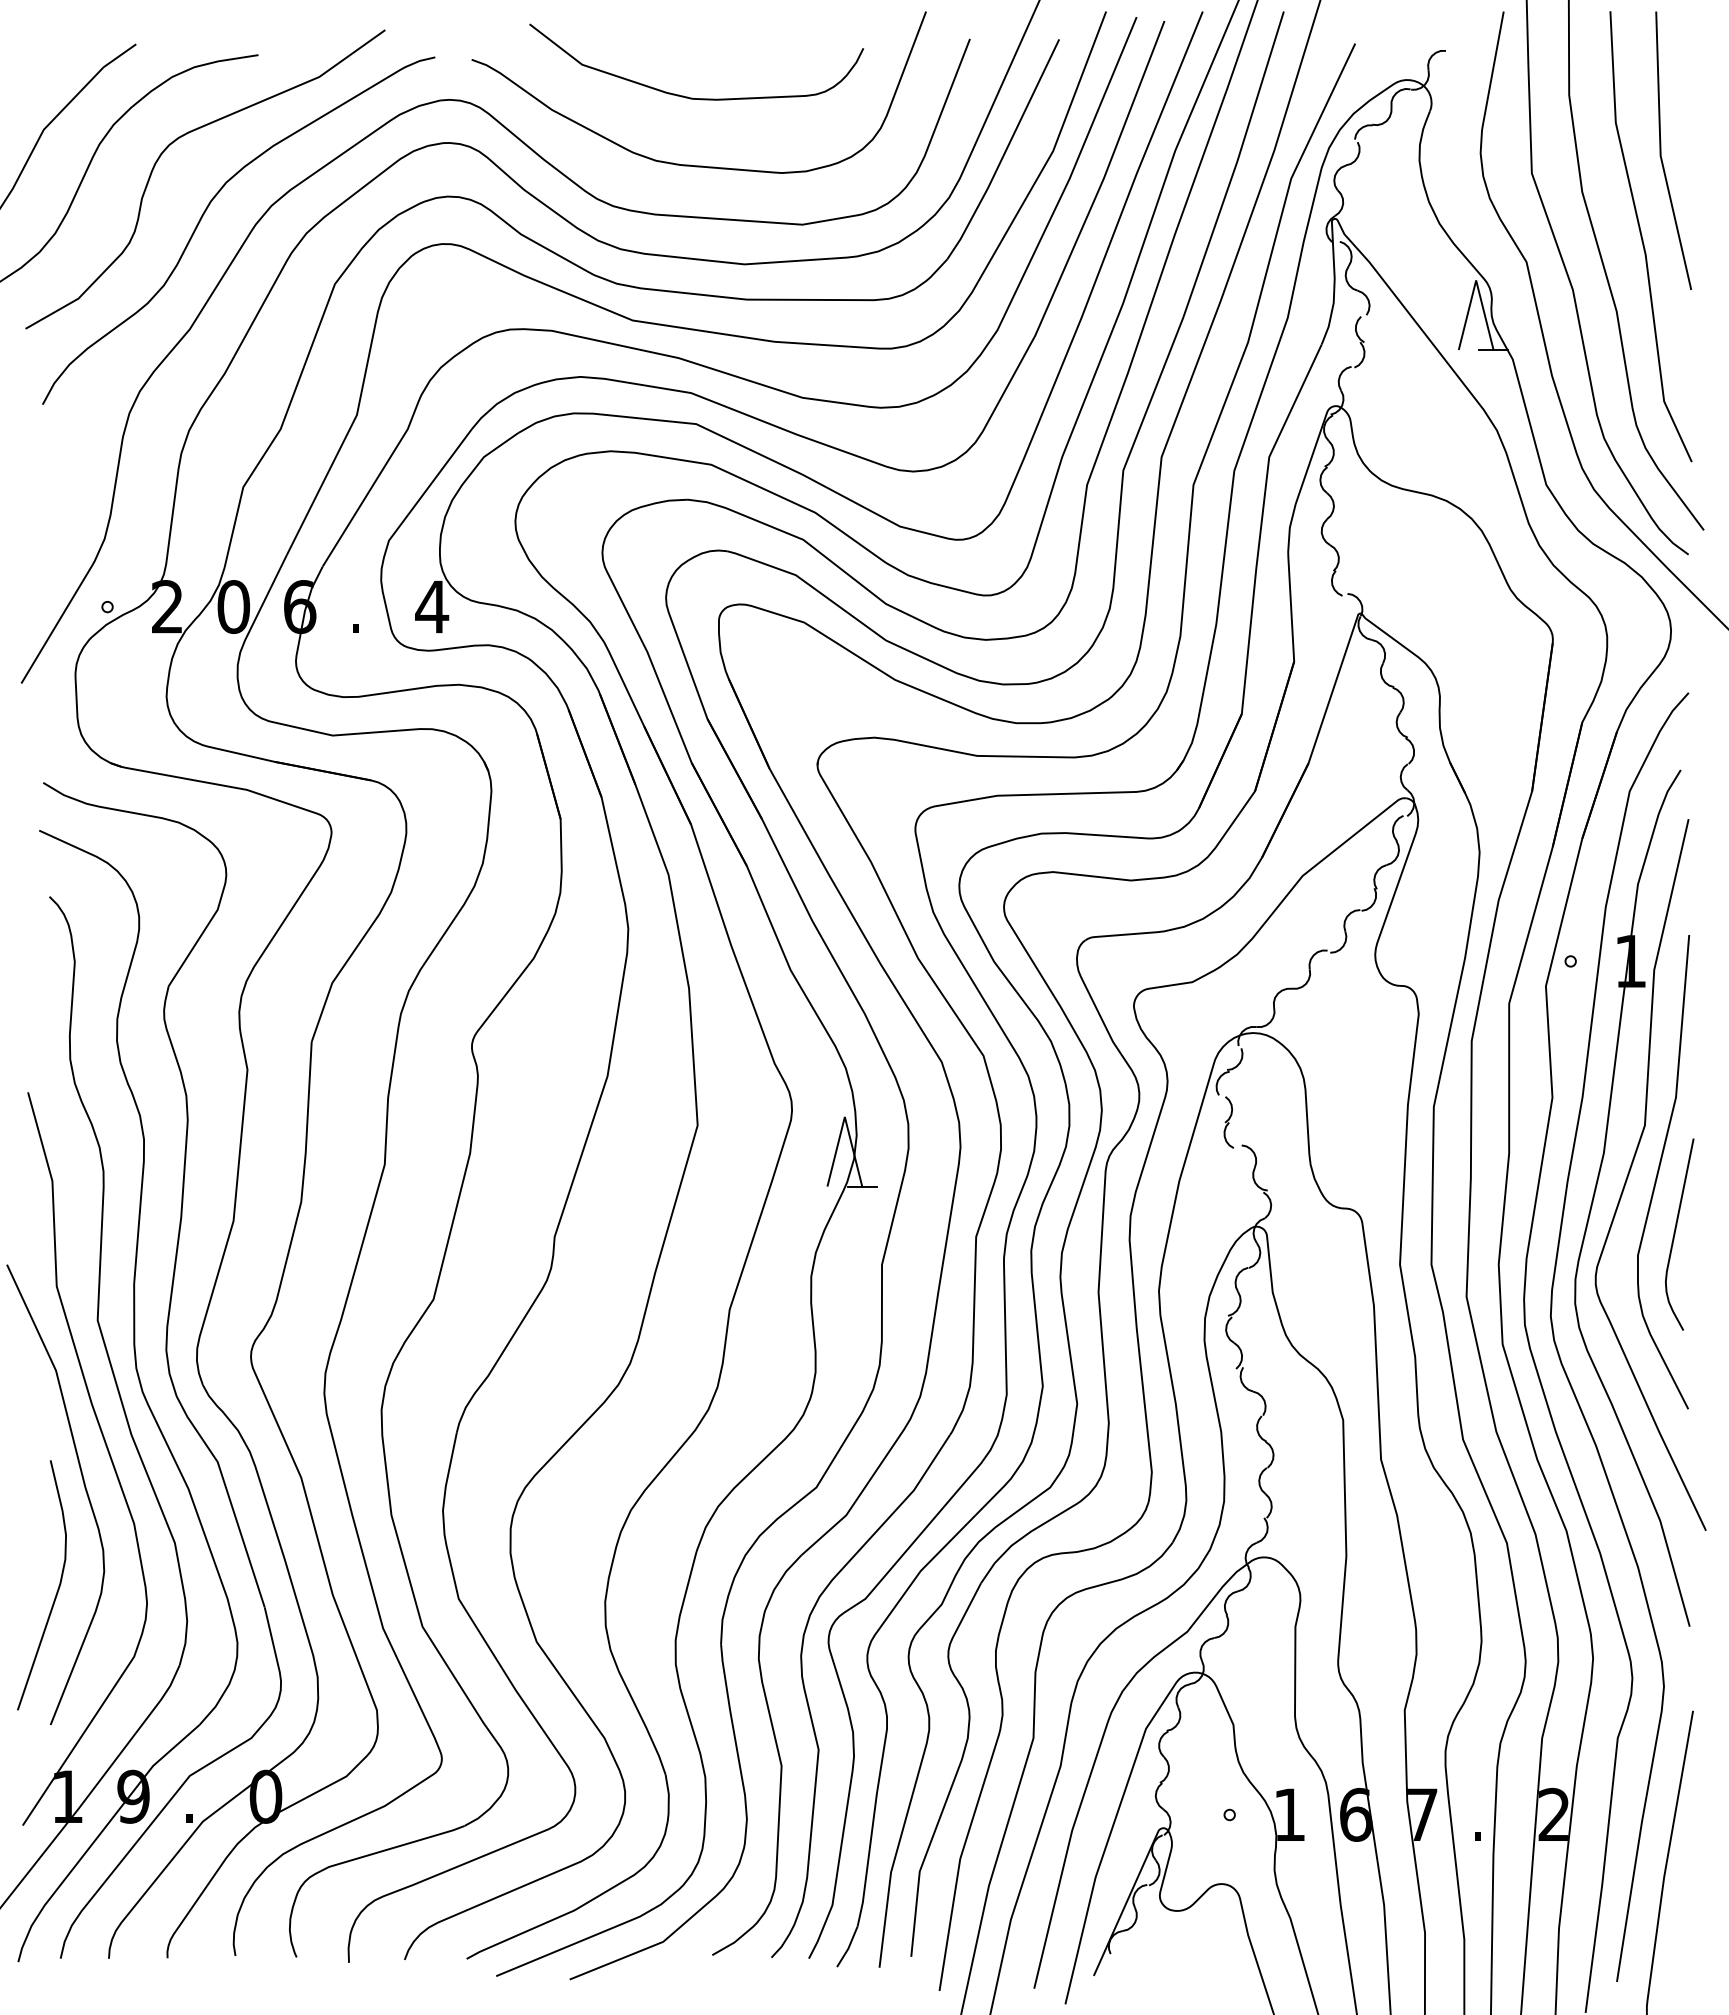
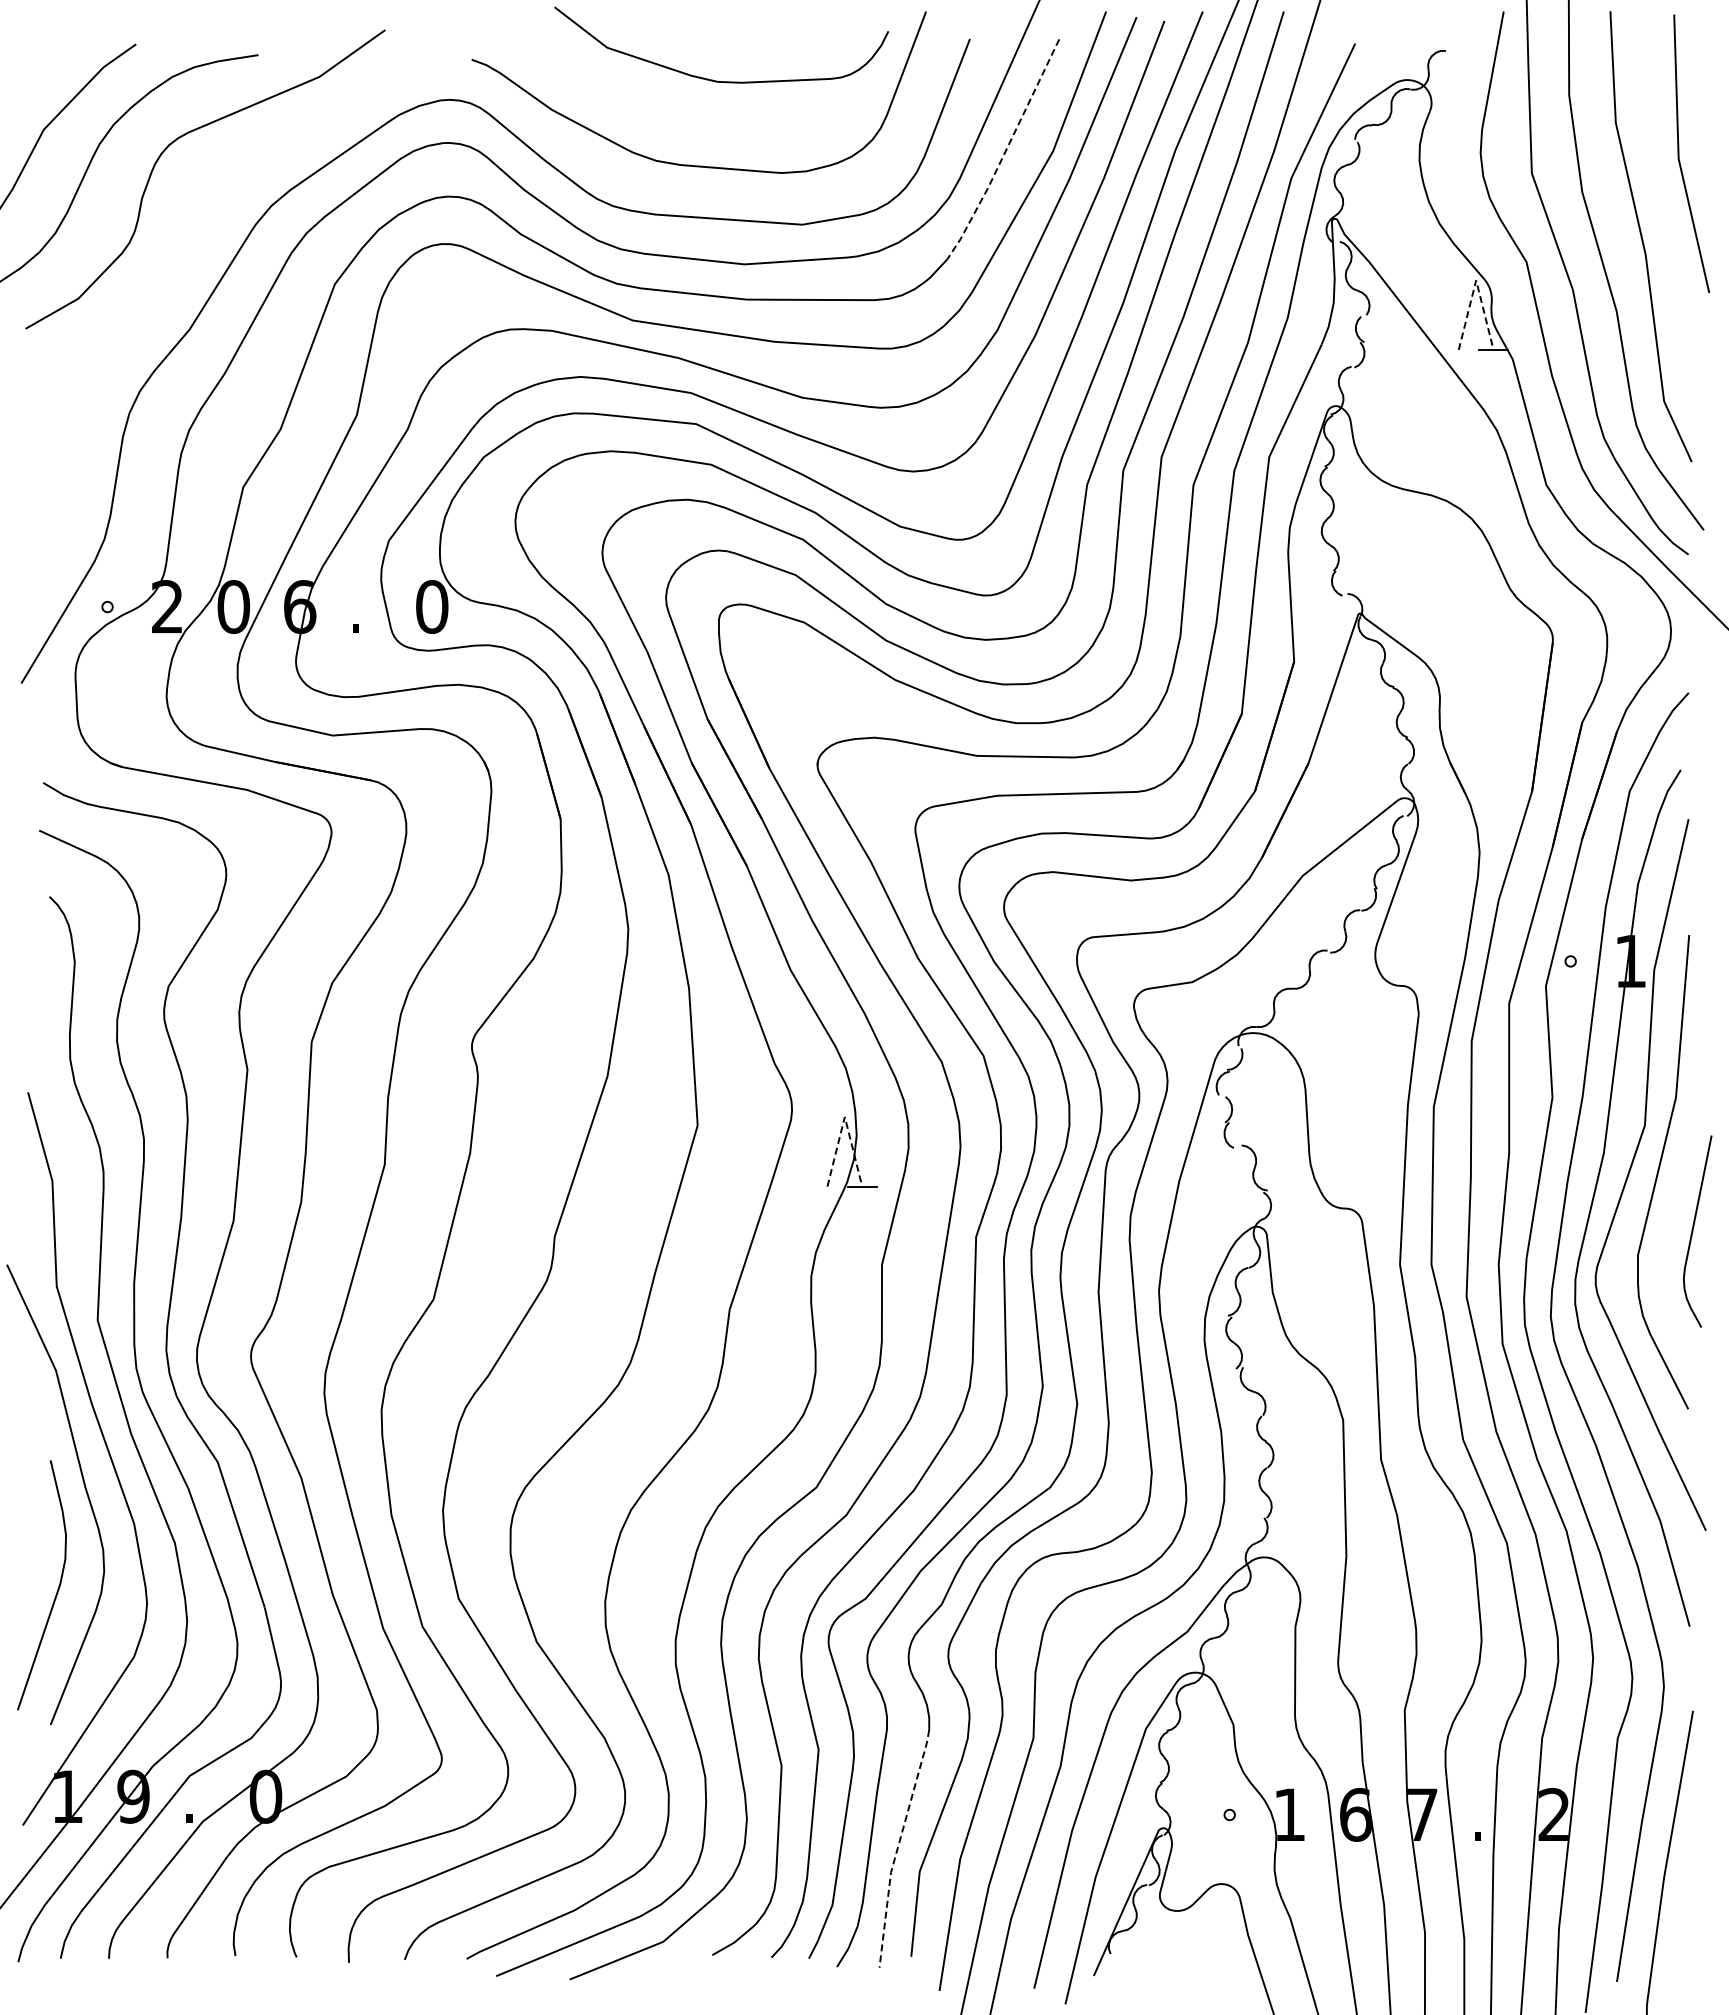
curve at (687, 96) position: (687, 96) -> (712, 79)
line at (1661, 150) position: (1661, 150) -> (1679, 153)
line at (1004, 152): solid -> dashed
curve at (206, 211): present -> none
line at (1476, 280): solid -> dashed
text at (432, 607): 4 -> 0
line at (844, 1116): solid -> dashed
curve at (1675, 1234) position: (1675, 1234) -> (1693, 1231)
line at (897, 1847): solid -> dashed
